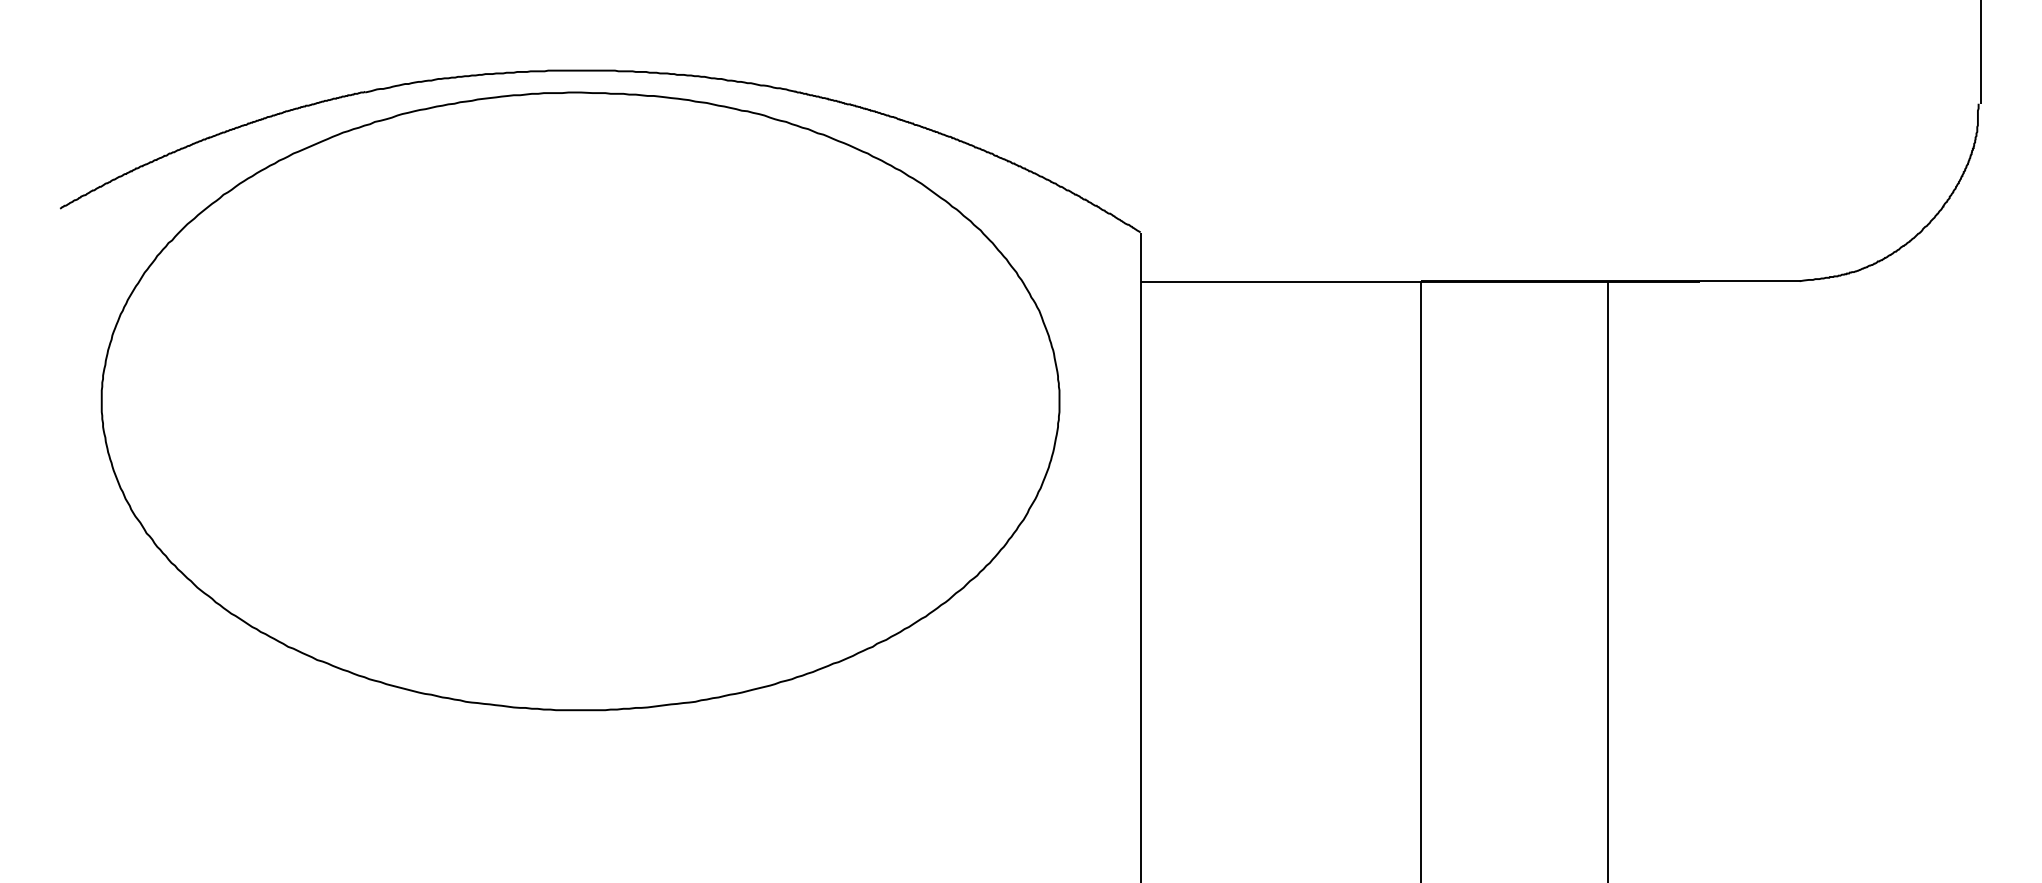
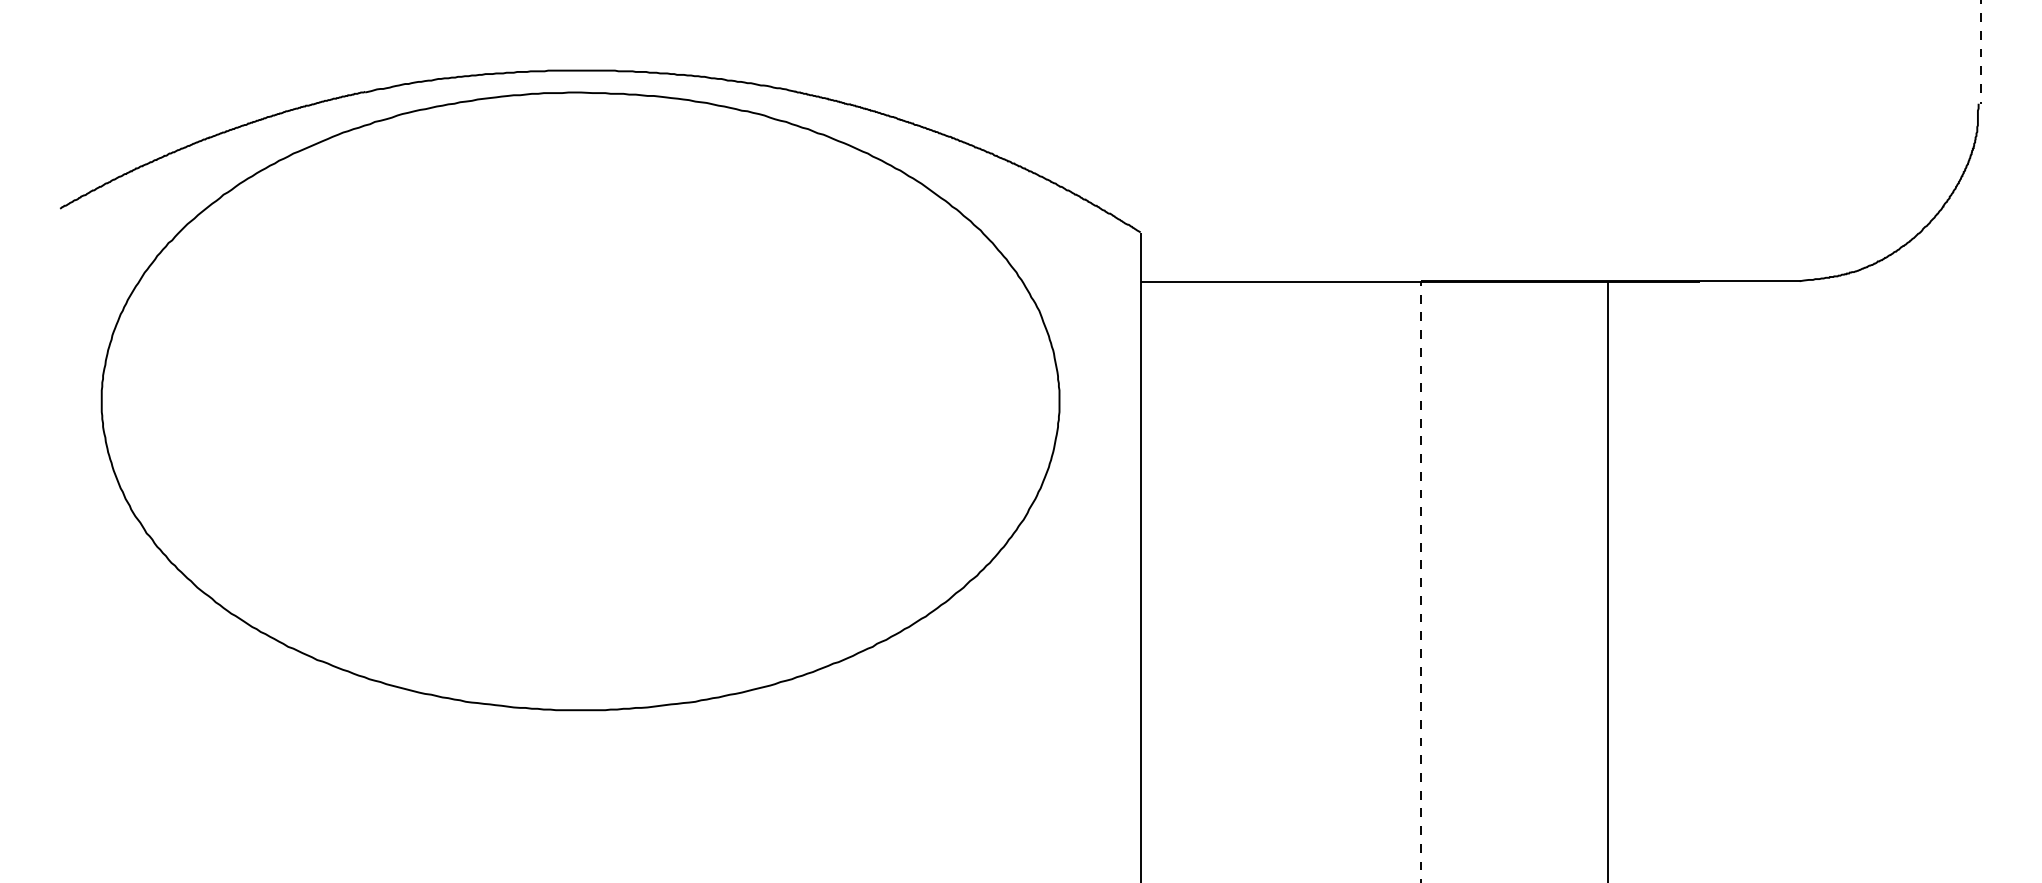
line at (1980, 52): solid -> dashed
line at (1420, 581): solid -> dashed
